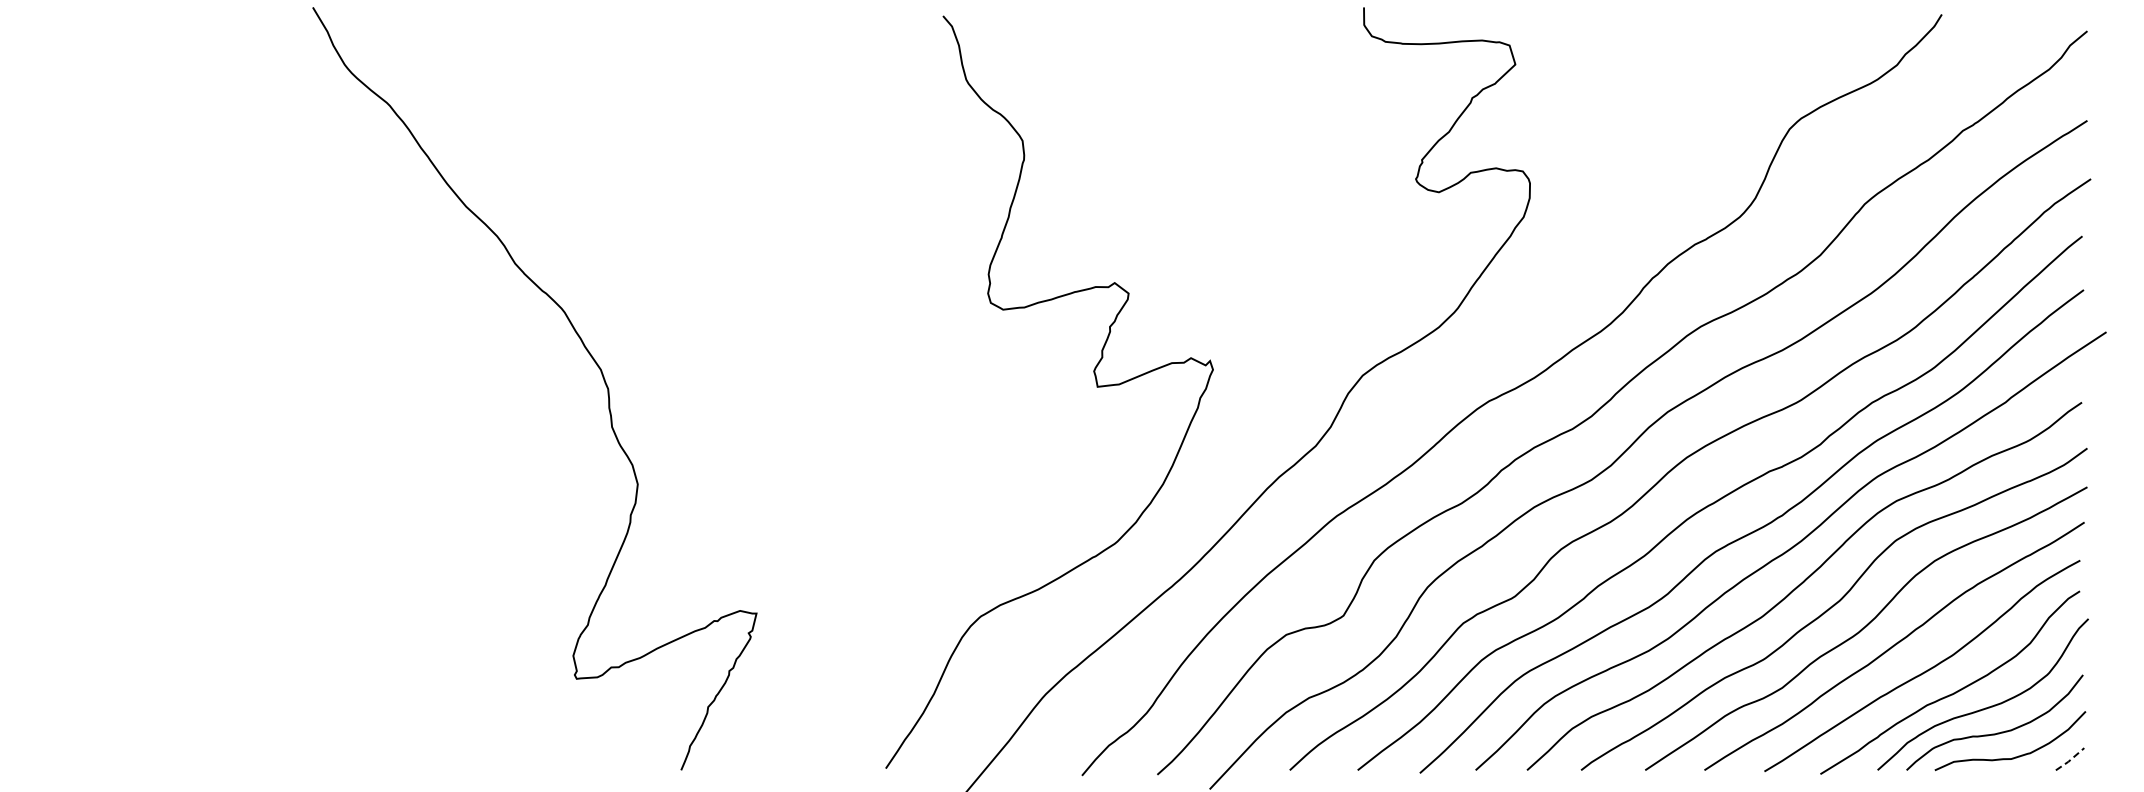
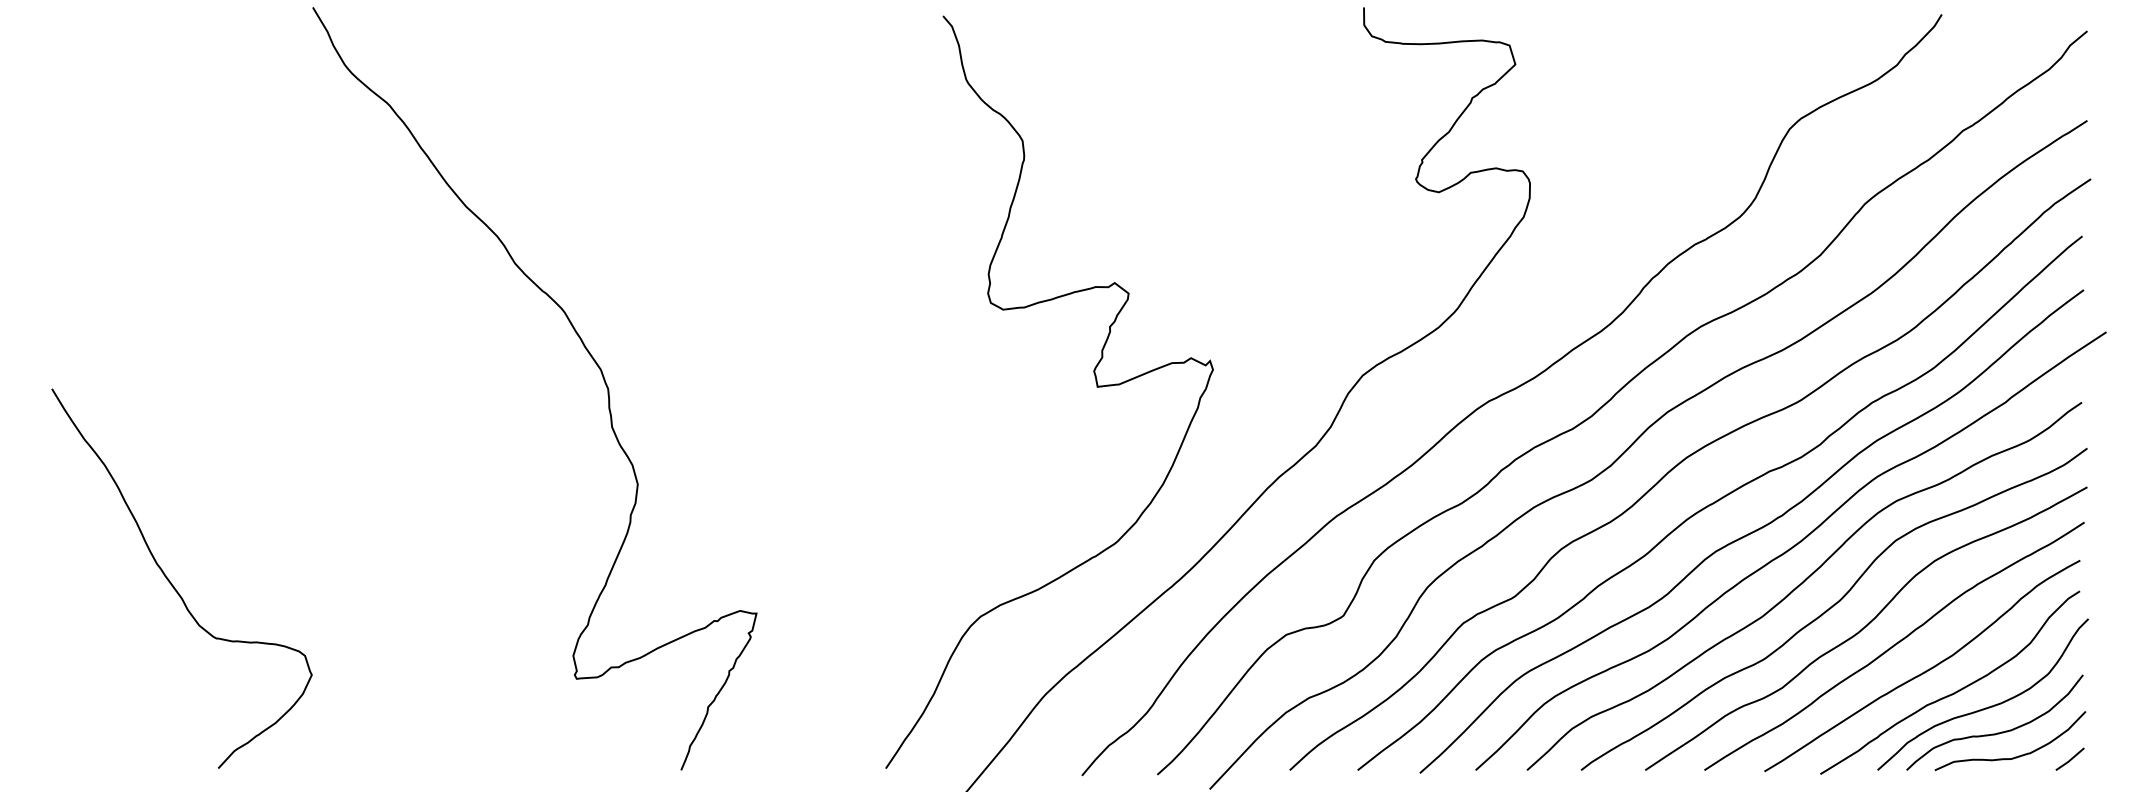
curve at (172, 583): none -> present
line at (2070, 759): dashed -> solid
